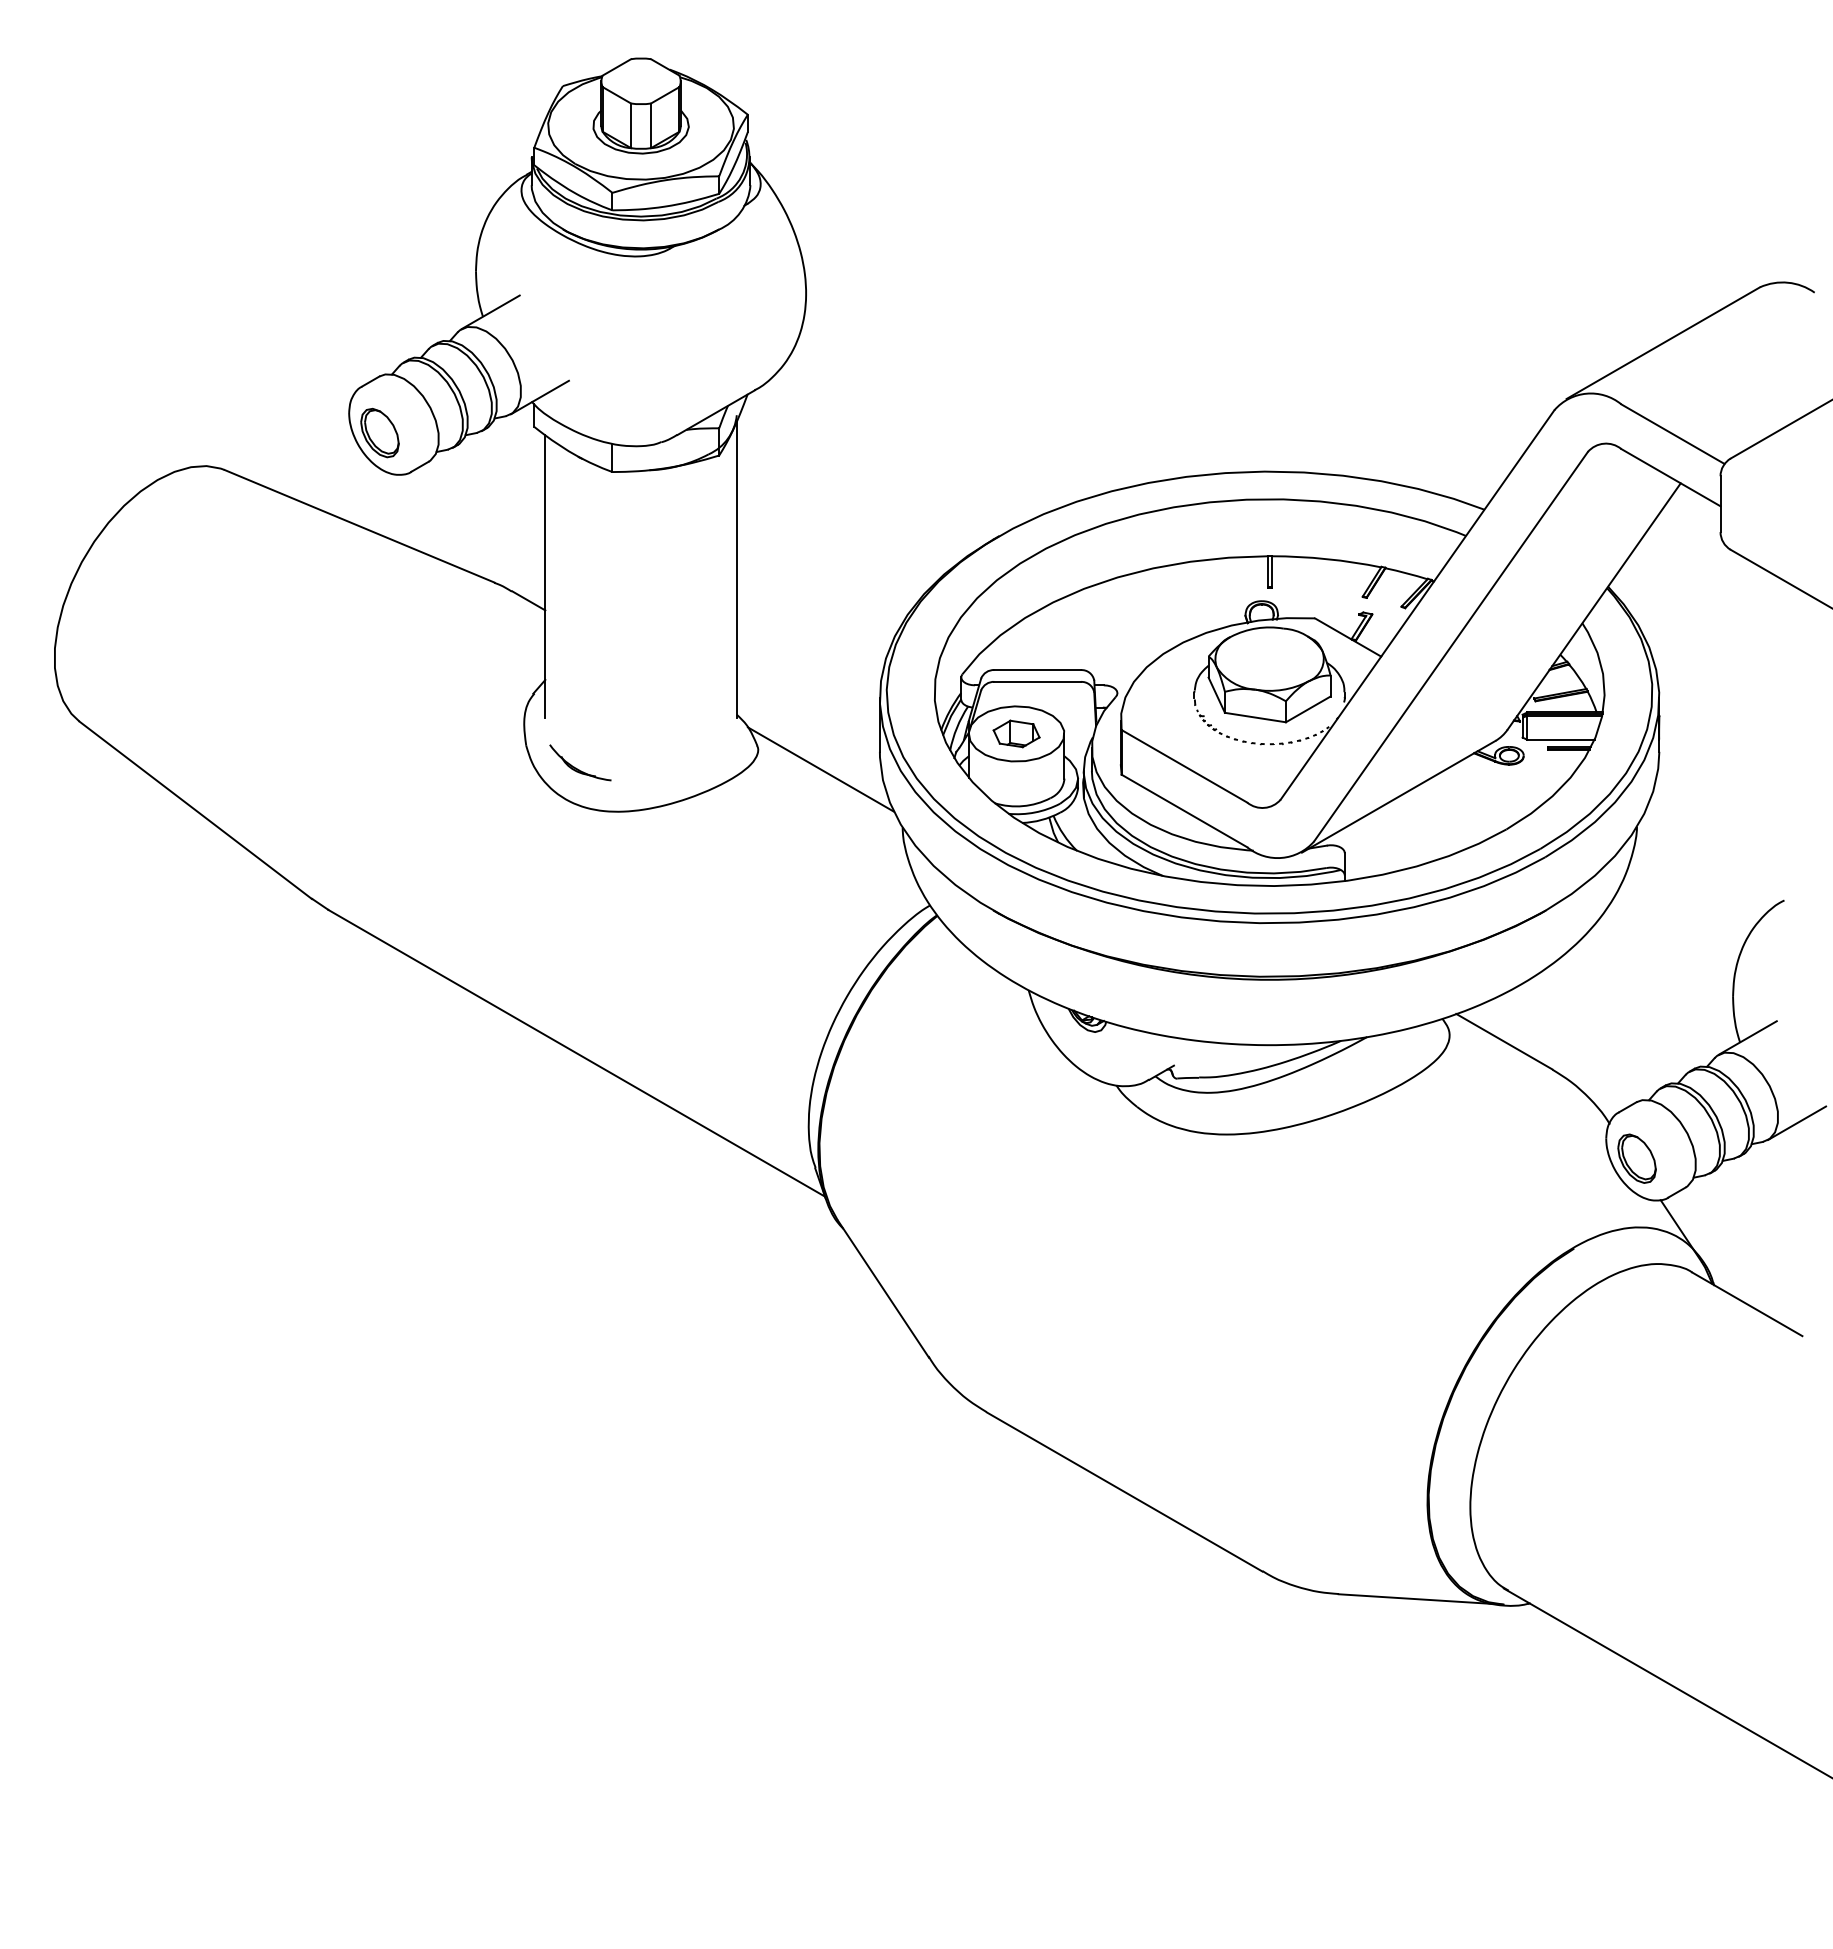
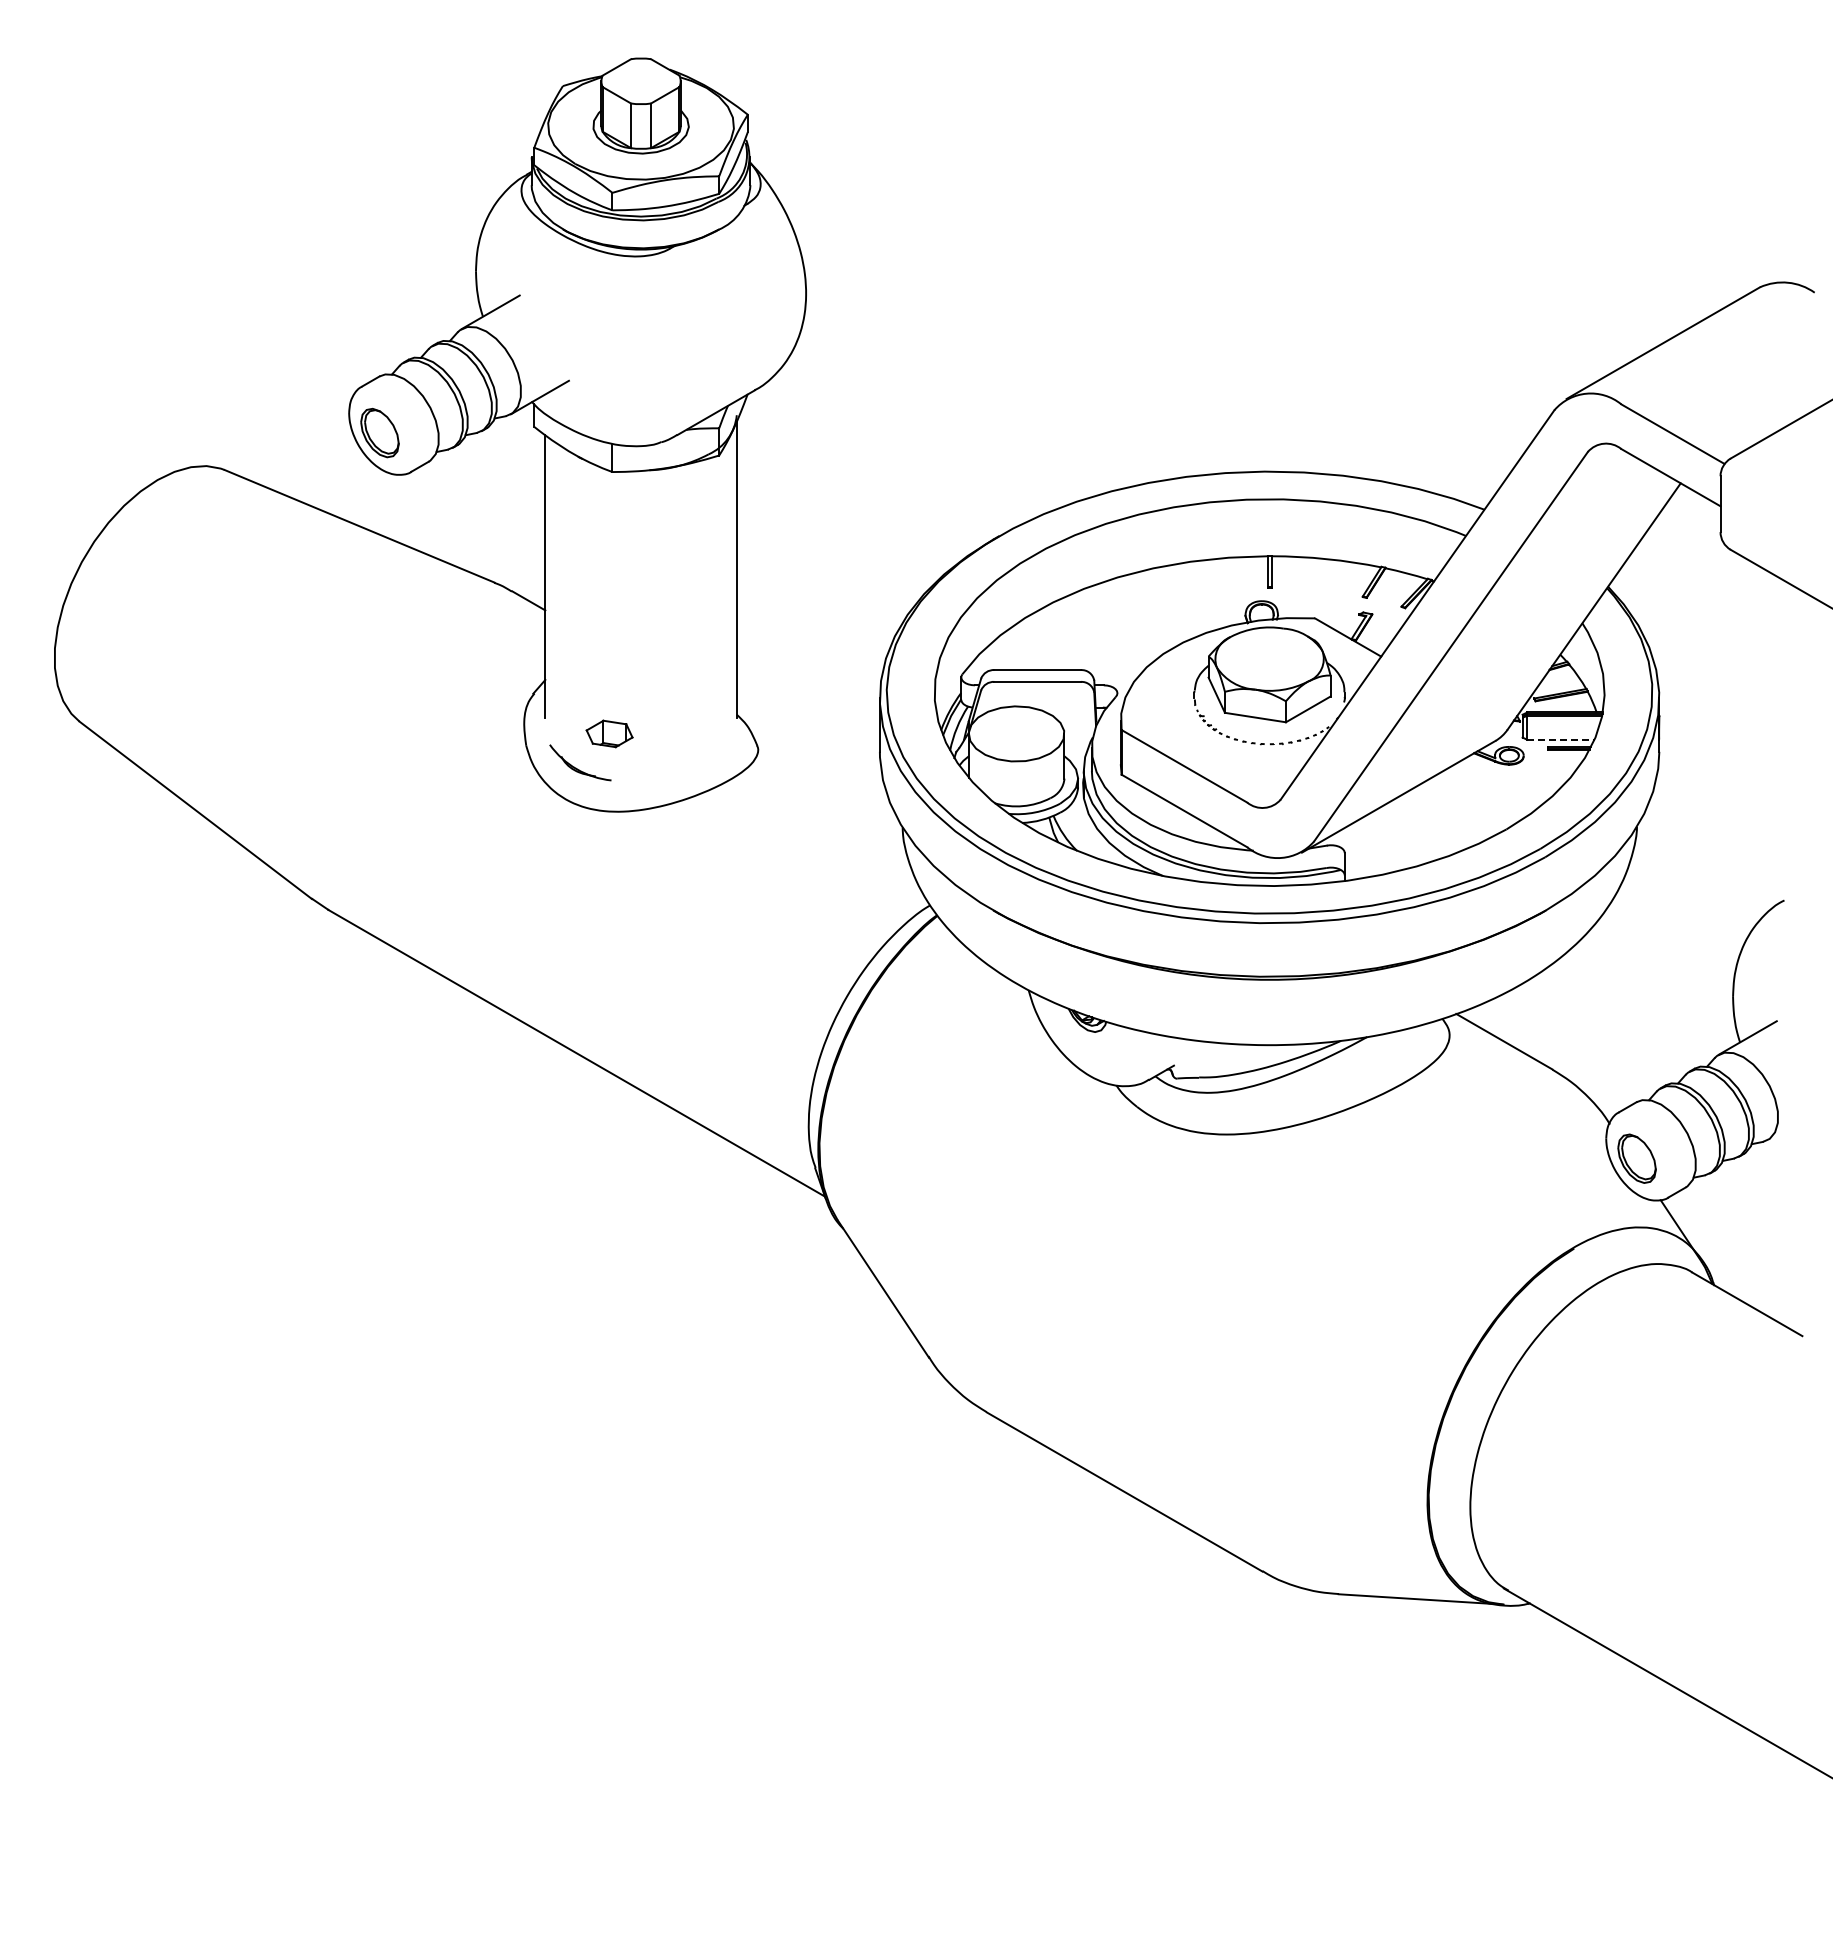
part at (1016, 733) position: (1016, 733) -> (609, 733)
line at (1560, 739): solid -> dashed
line at (820, 769): present -> none
line at (1797, 1123): present -> none
